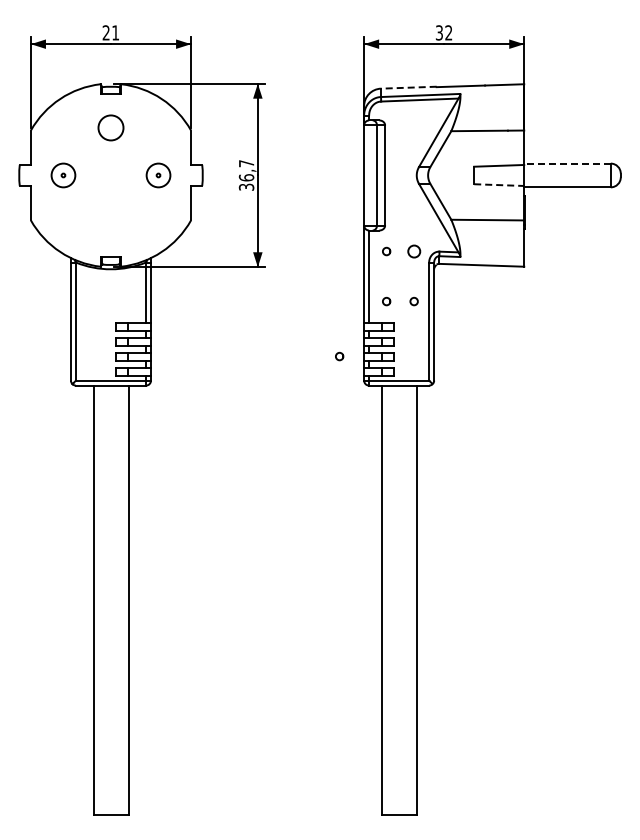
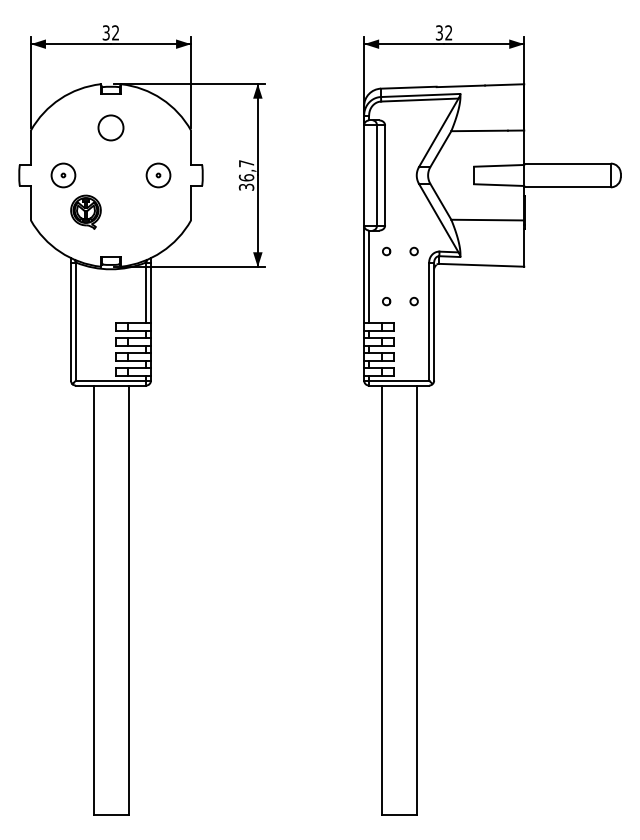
text at (110, 32): 21 -> 32
line at (408, 87): dashed -> solid
line at (567, 163): dashed -> solid
line at (499, 185): dashed -> solid
part at (85, 211): none -> present
circle at (414, 251) size: 15x15 px -> 10x11 px
part at (339, 356): present -> none
